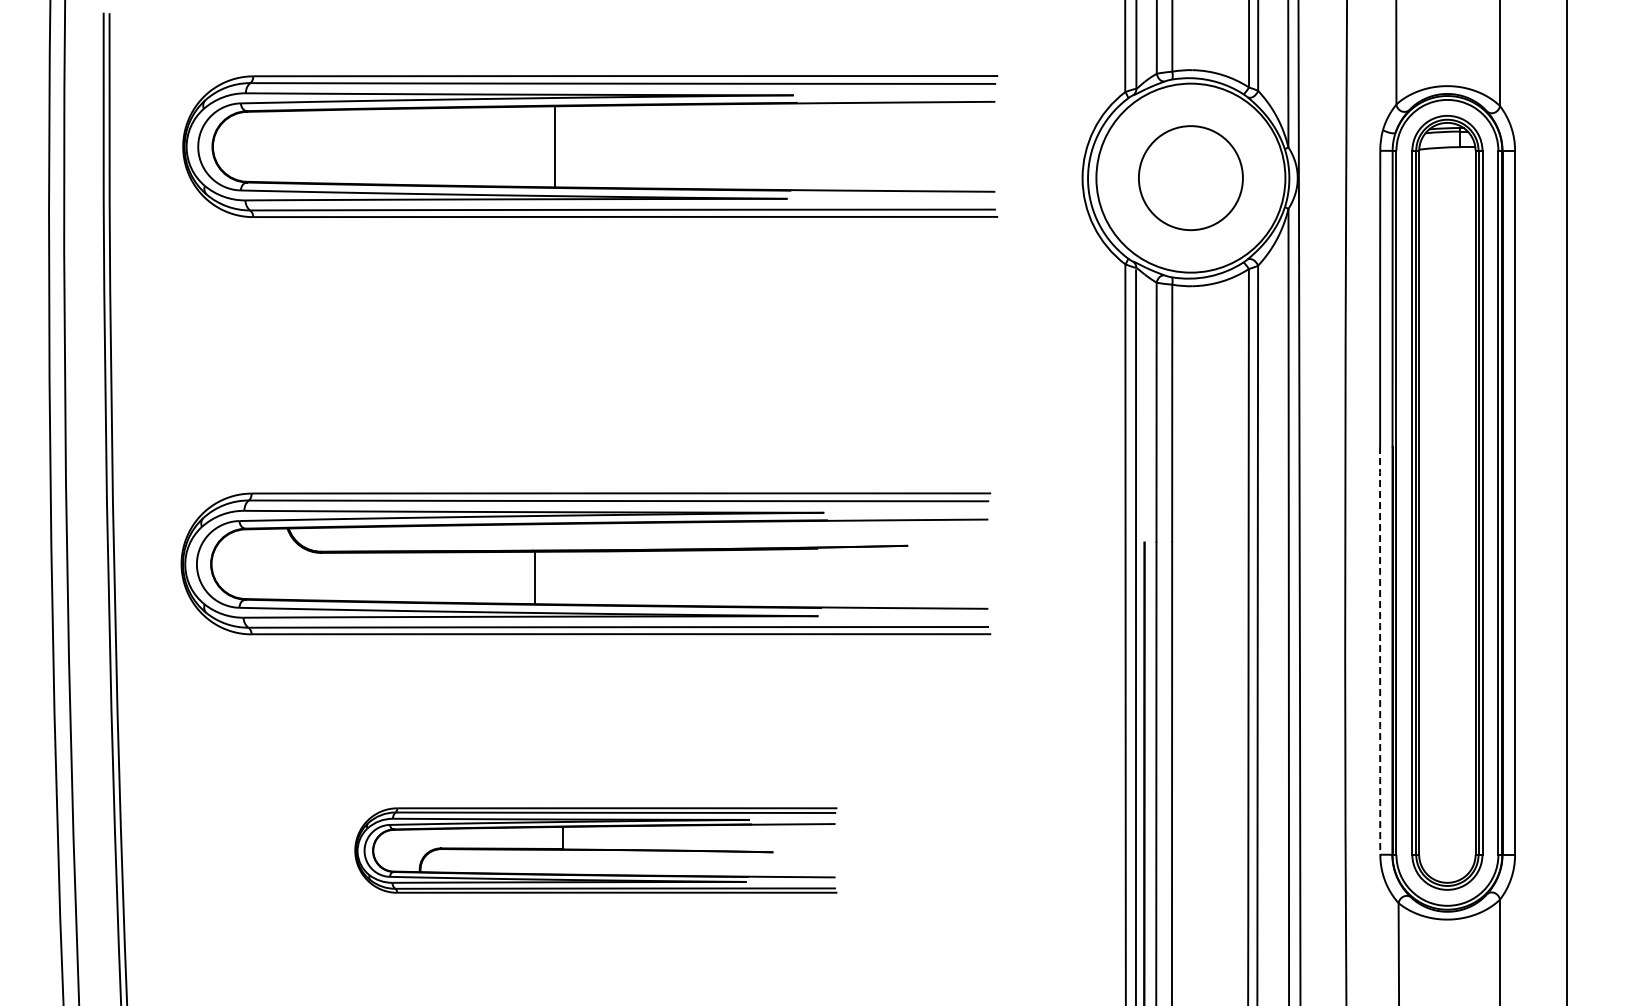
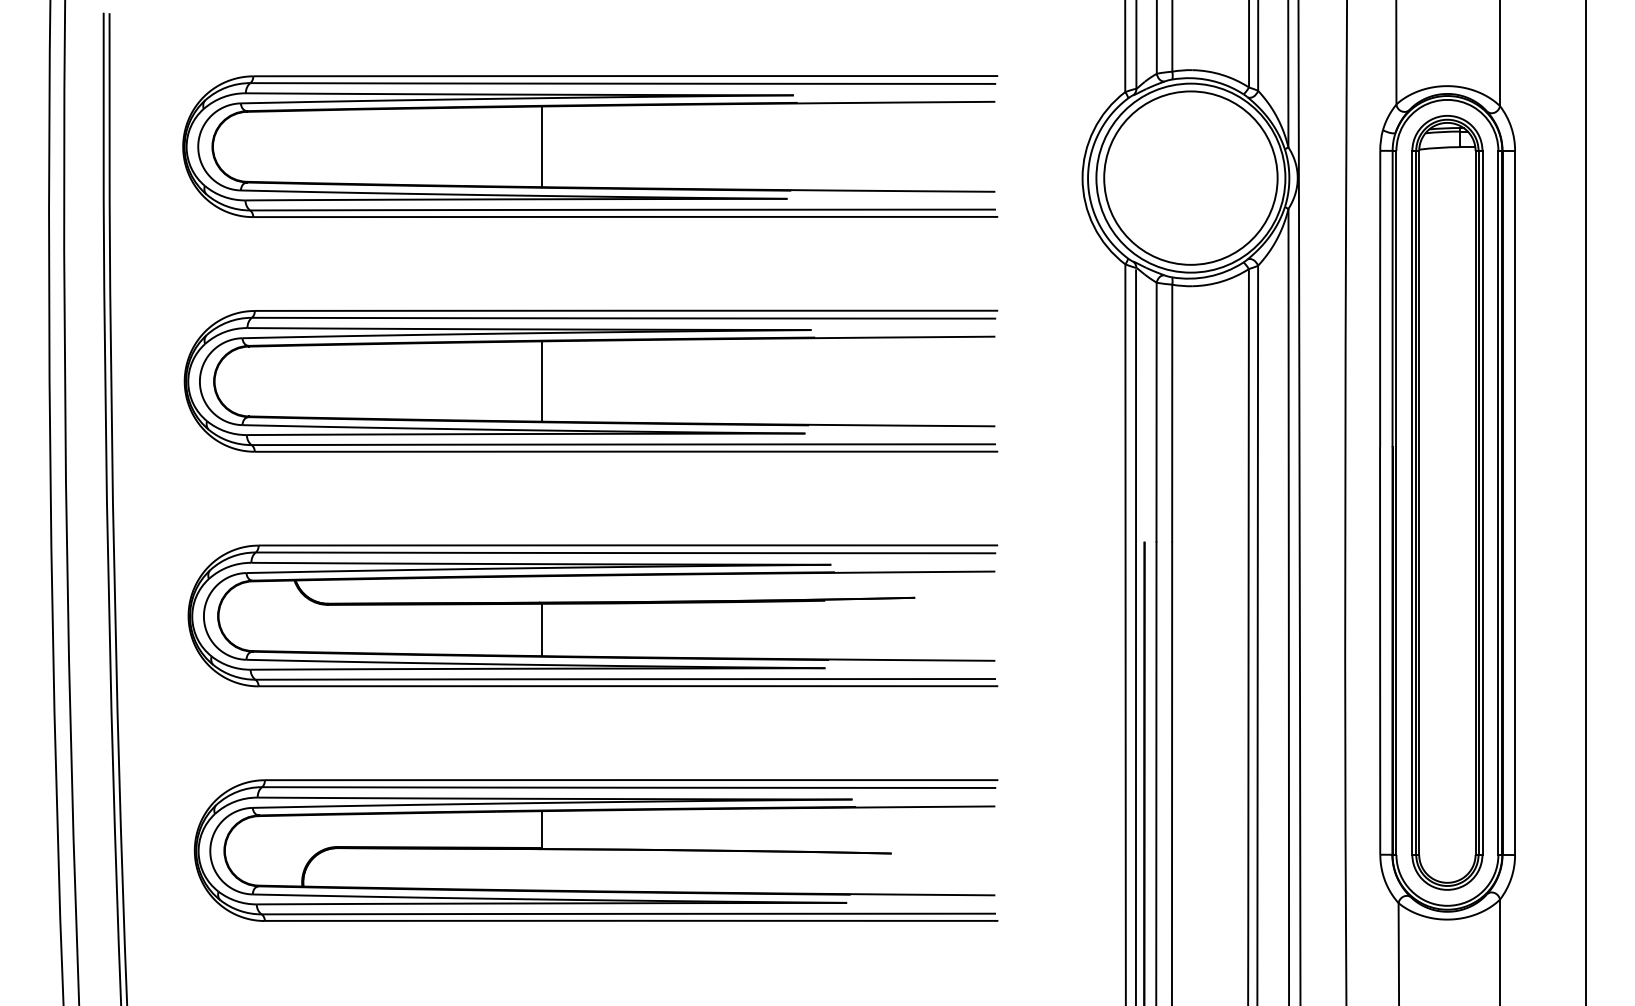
line at (554, 146) position: (554, 146) -> (541, 146)
circle at (1190, 178) diameter: 104 px -> 173 px
part at (590, 341): none -> present
line at (1566, 502) position: (1566, 502) -> (1585, 502)
part at (585, 552) position: (585, 552) -> (592, 604)
arc at (1380, 650): dashed -> solid
part at (595, 850) size: 484x87 px -> 806x143 px
